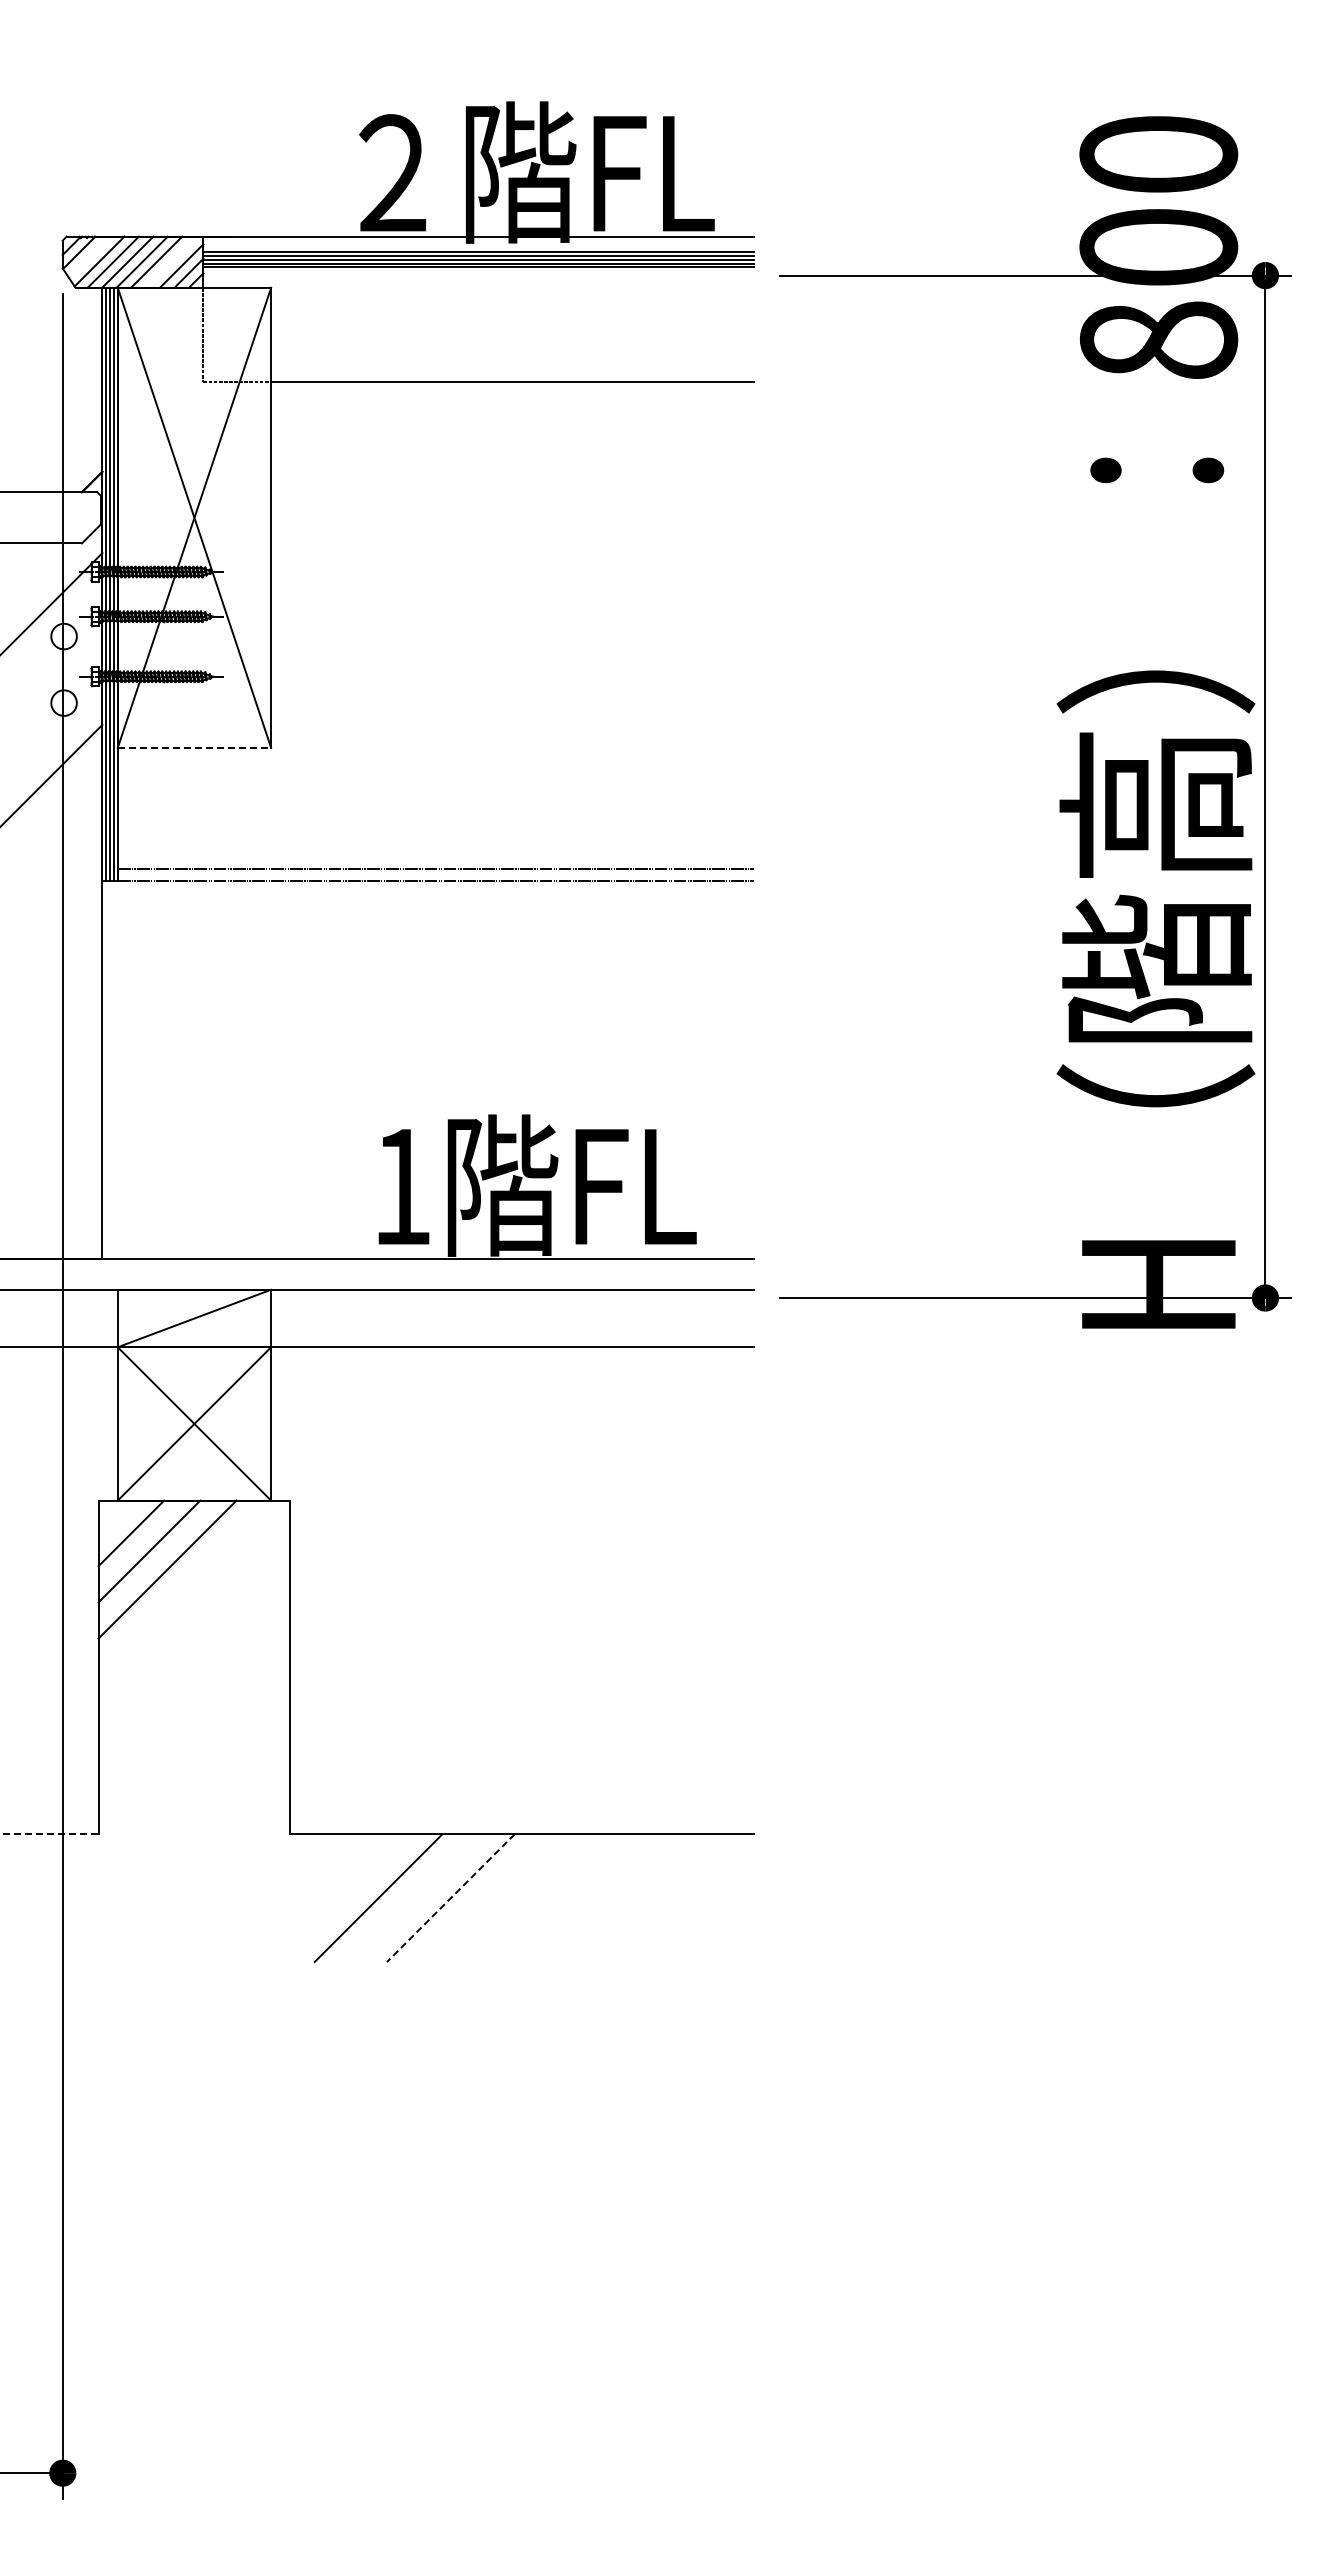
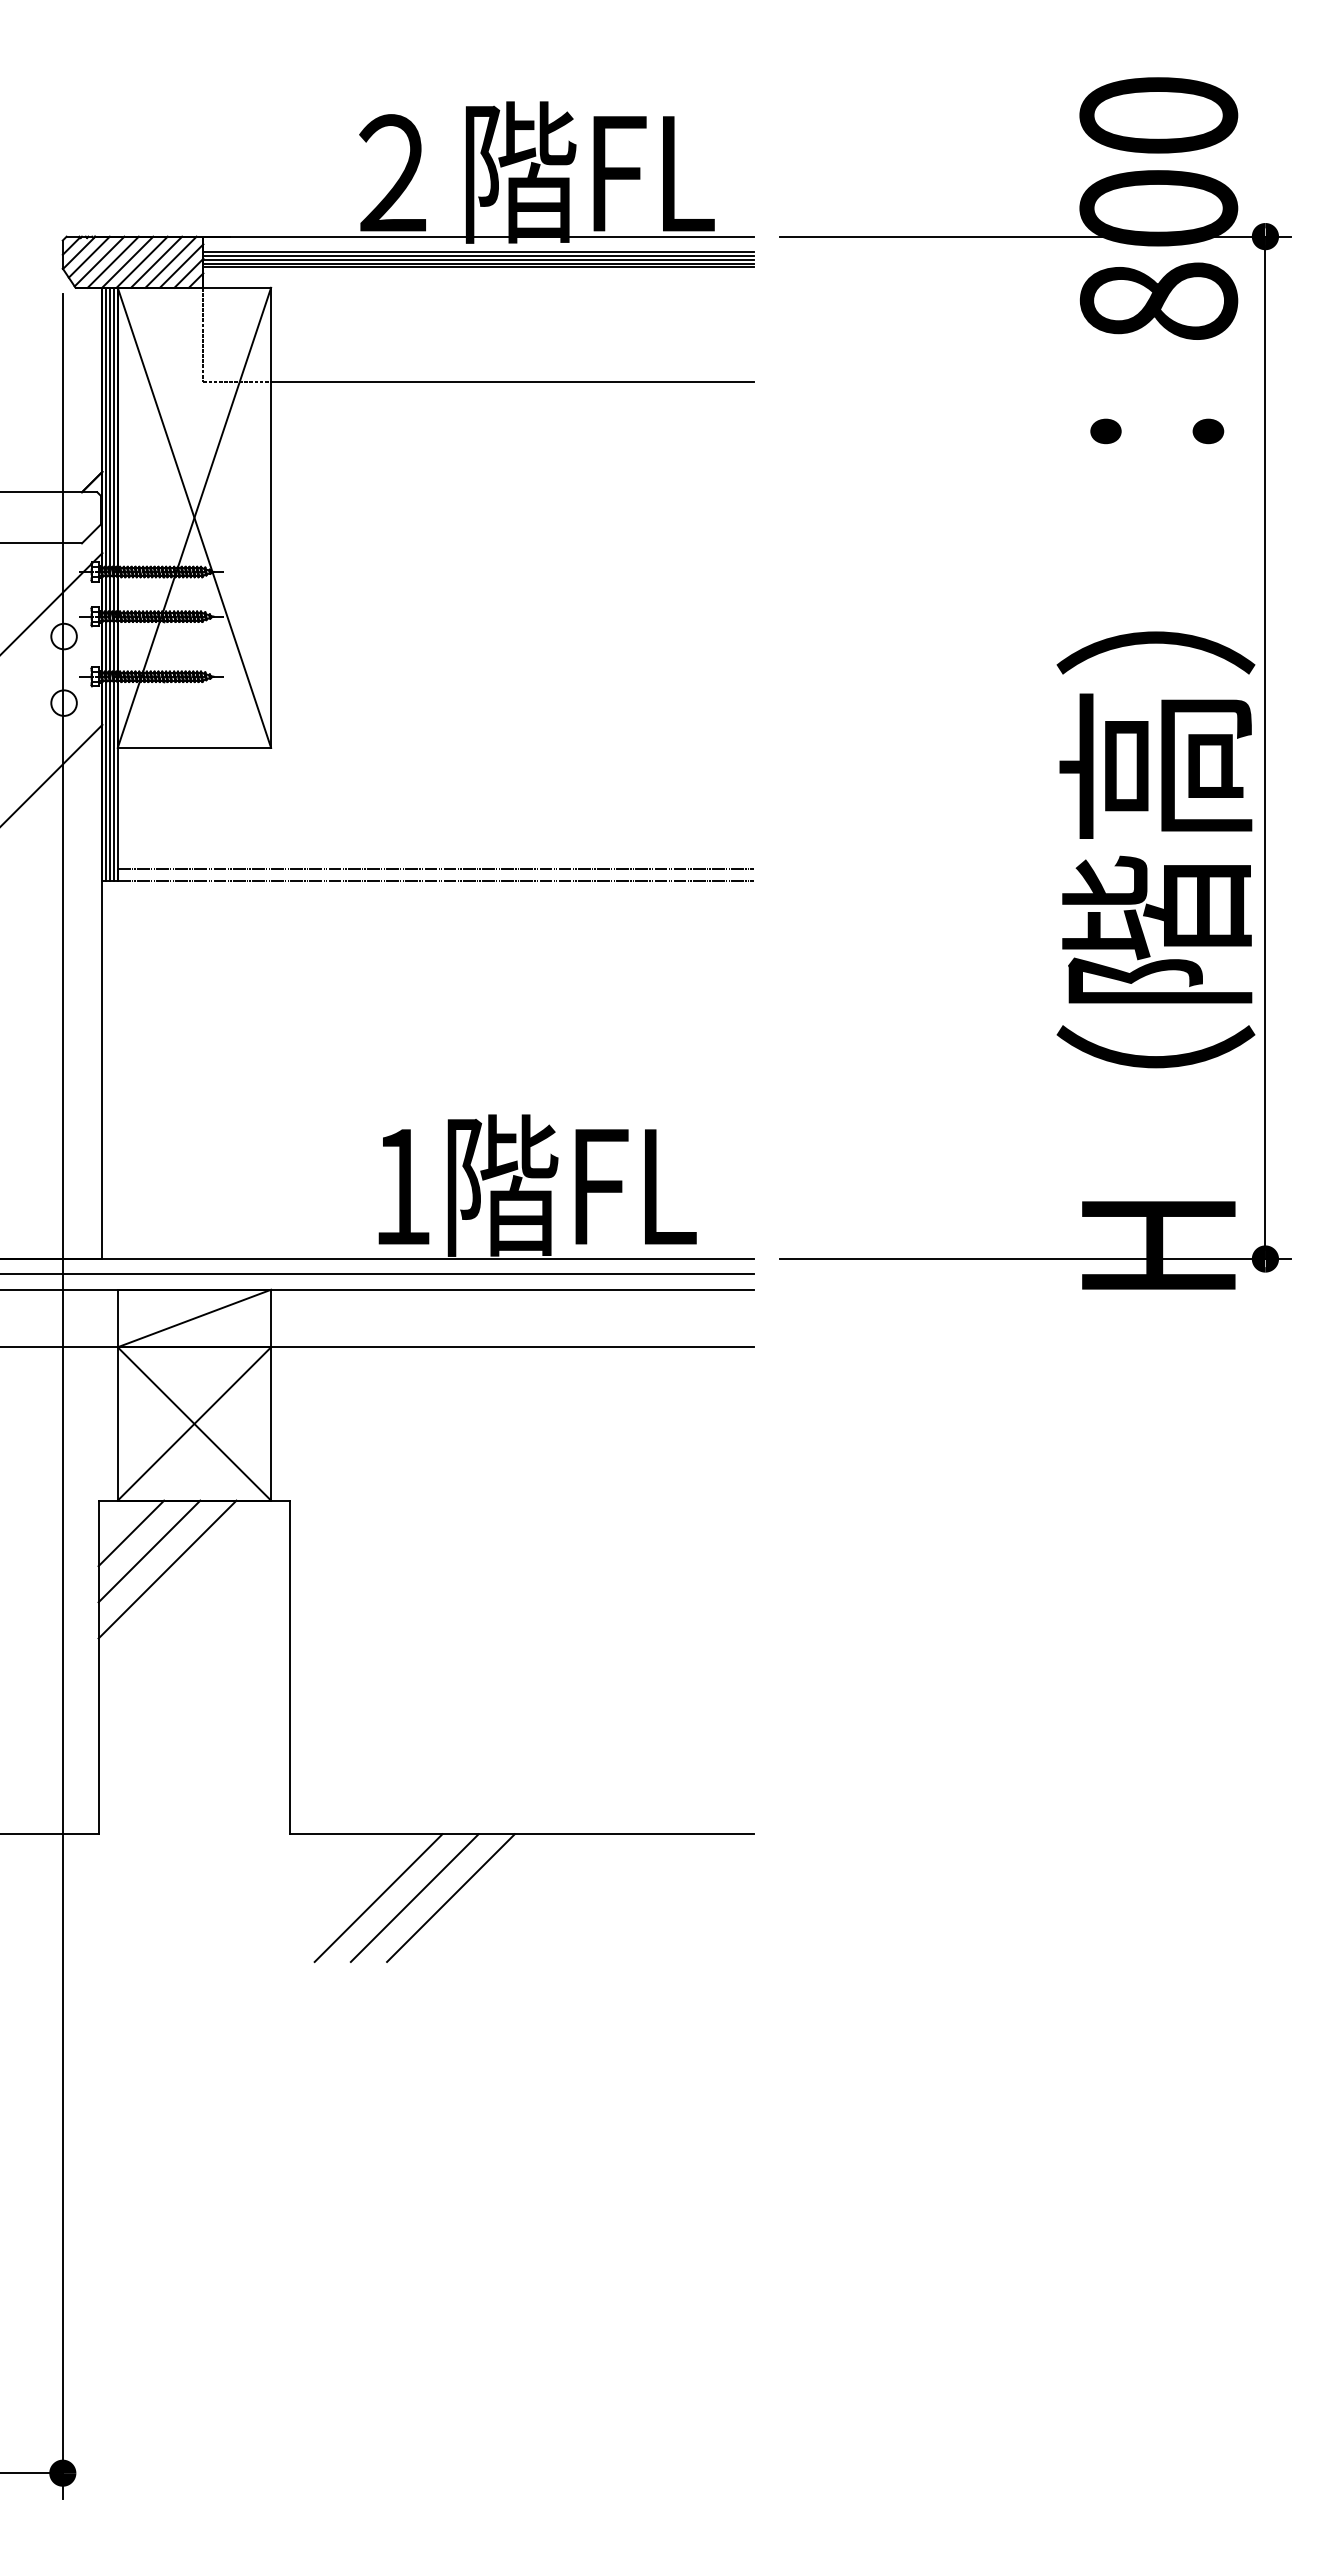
line at (88, 256): none -> present
line at (170, 261): none -> present
part at (1058, 707) position: (1058, 707) -> (1058, 668)
line at (194, 747): dashed -> solid
line at (378, 1274): none -> present
line at (49, 1834): dashed -> solid
line at (414, 1897): none -> present
line at (450, 1898): dashed -> solid
